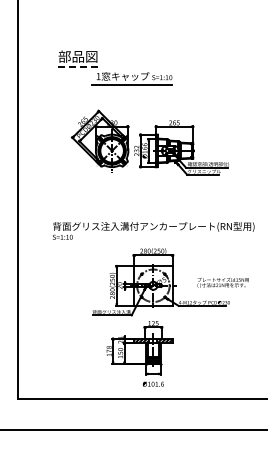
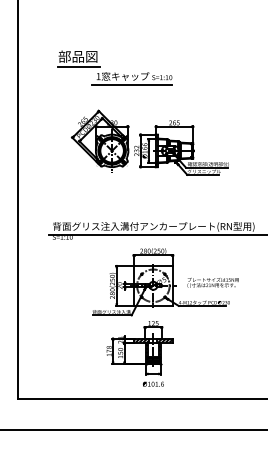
line at (78, 66): dashed -> solid
line at (156, 234): none -> present
text at (222, 282) position: (222, 282) -> (212, 282)
